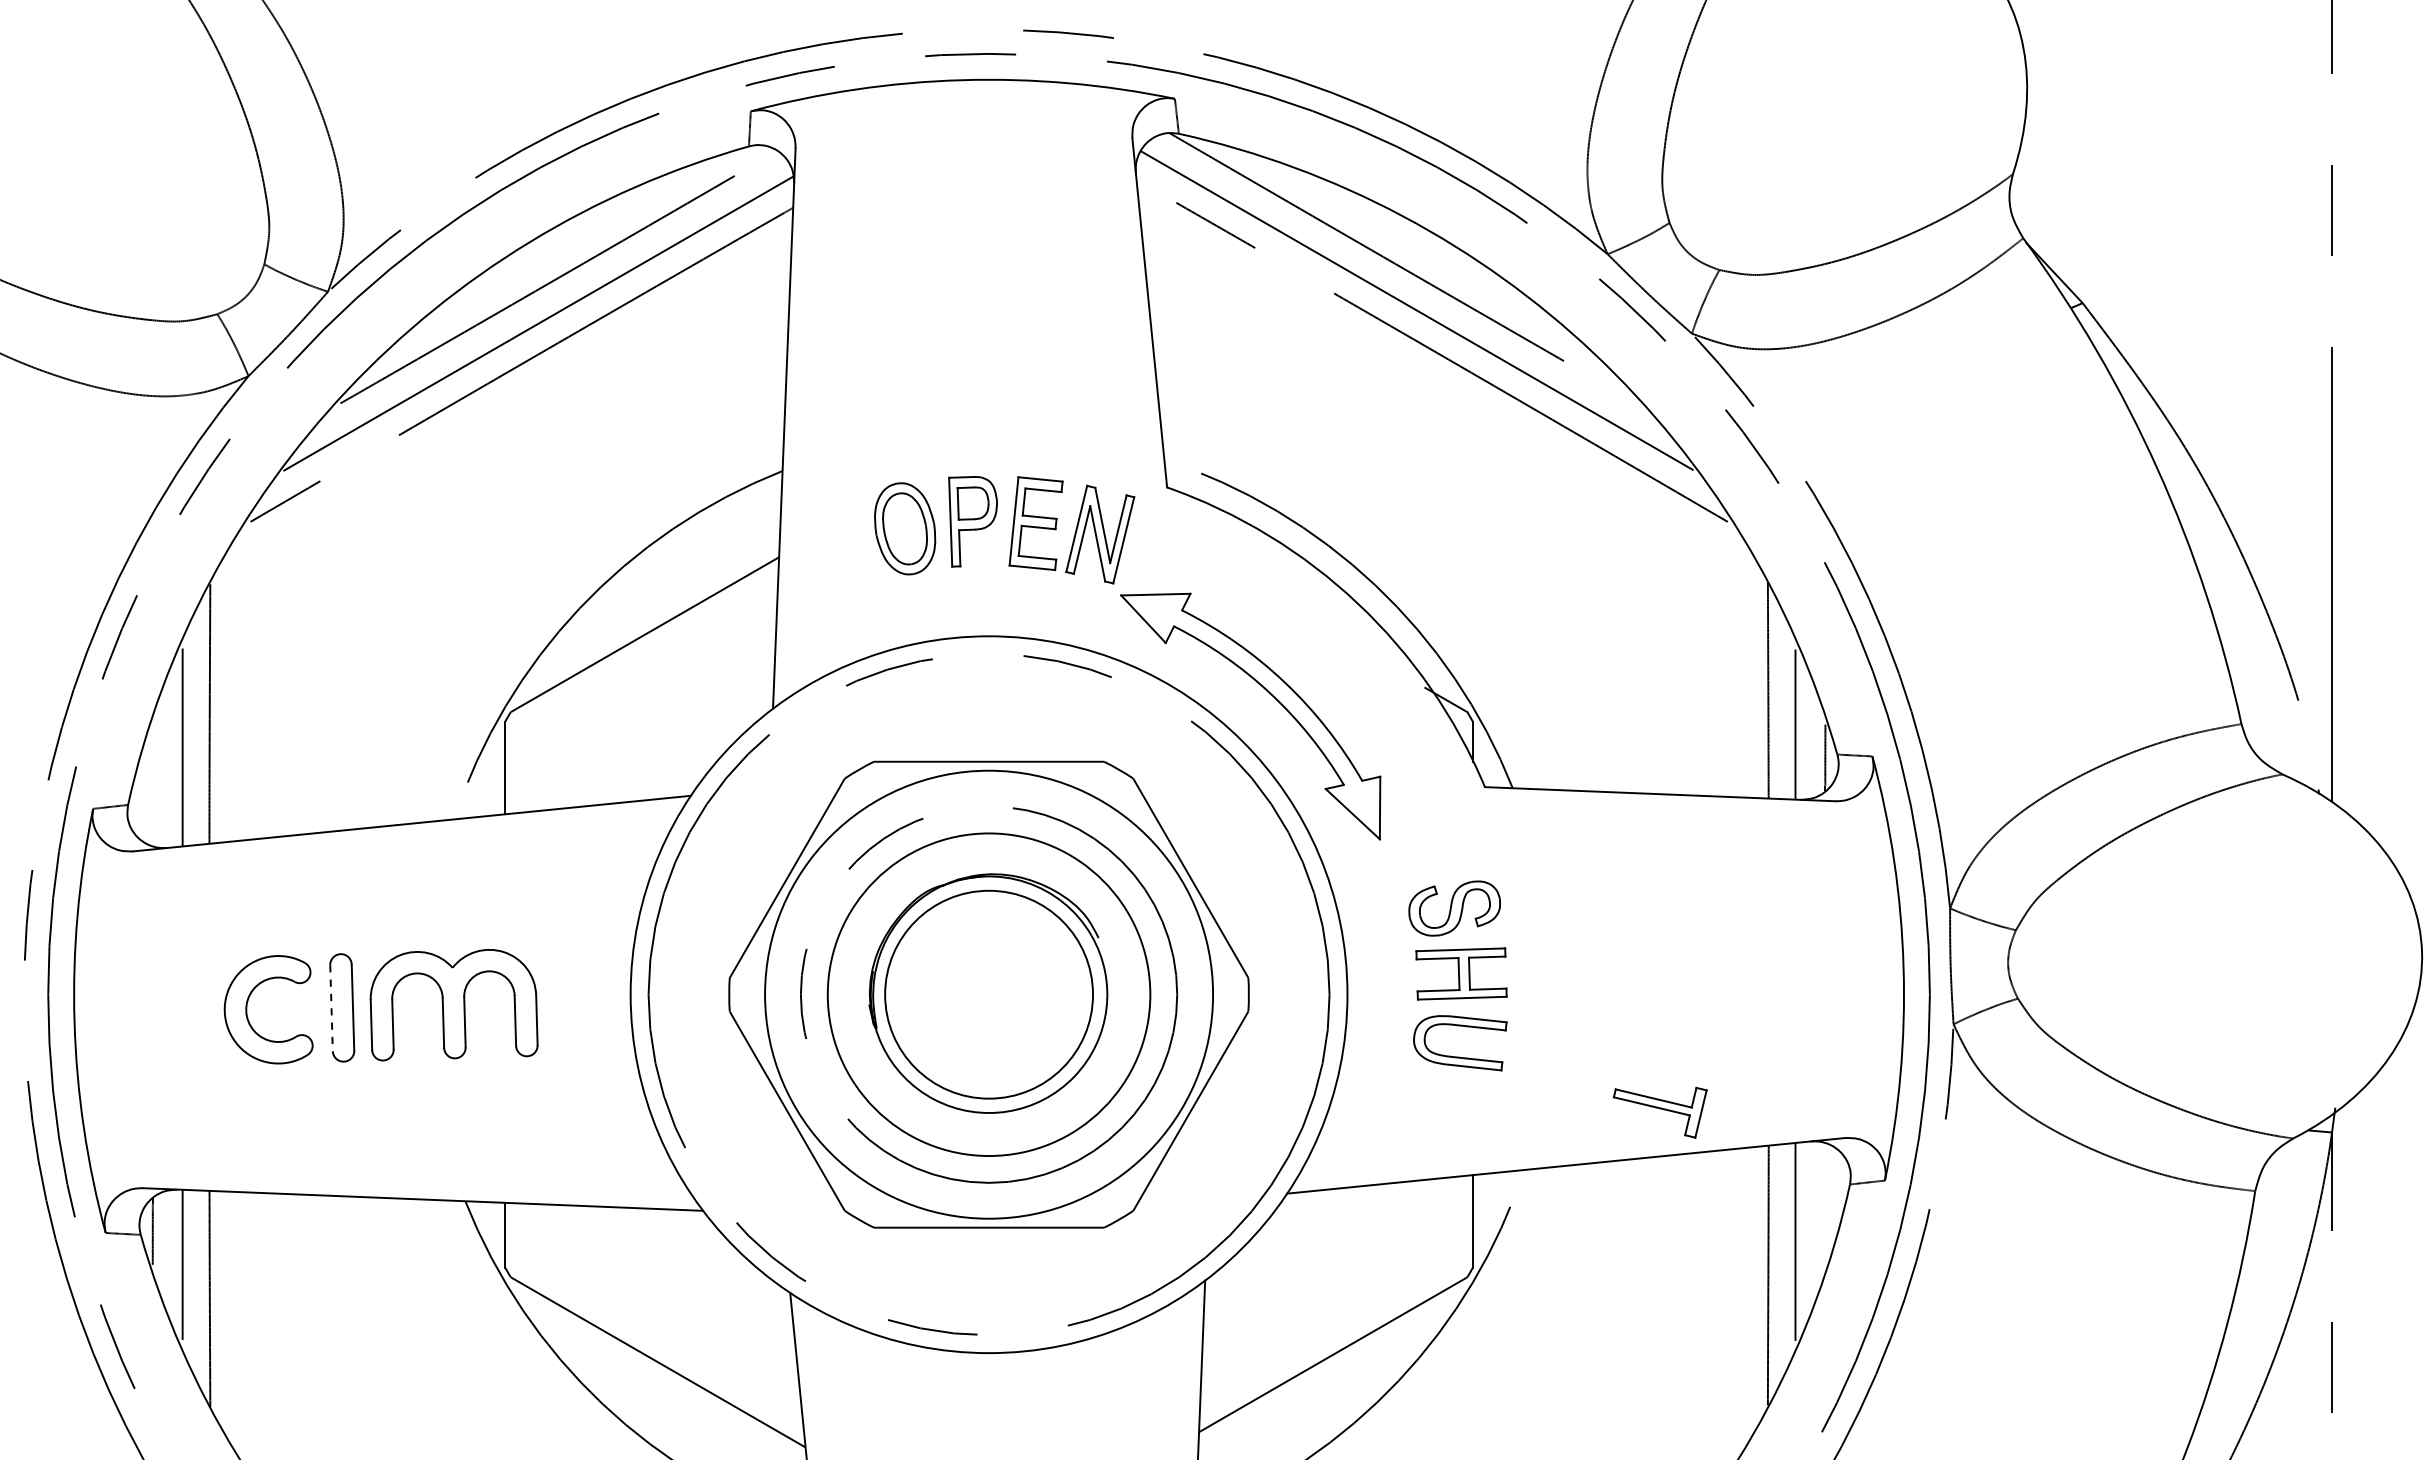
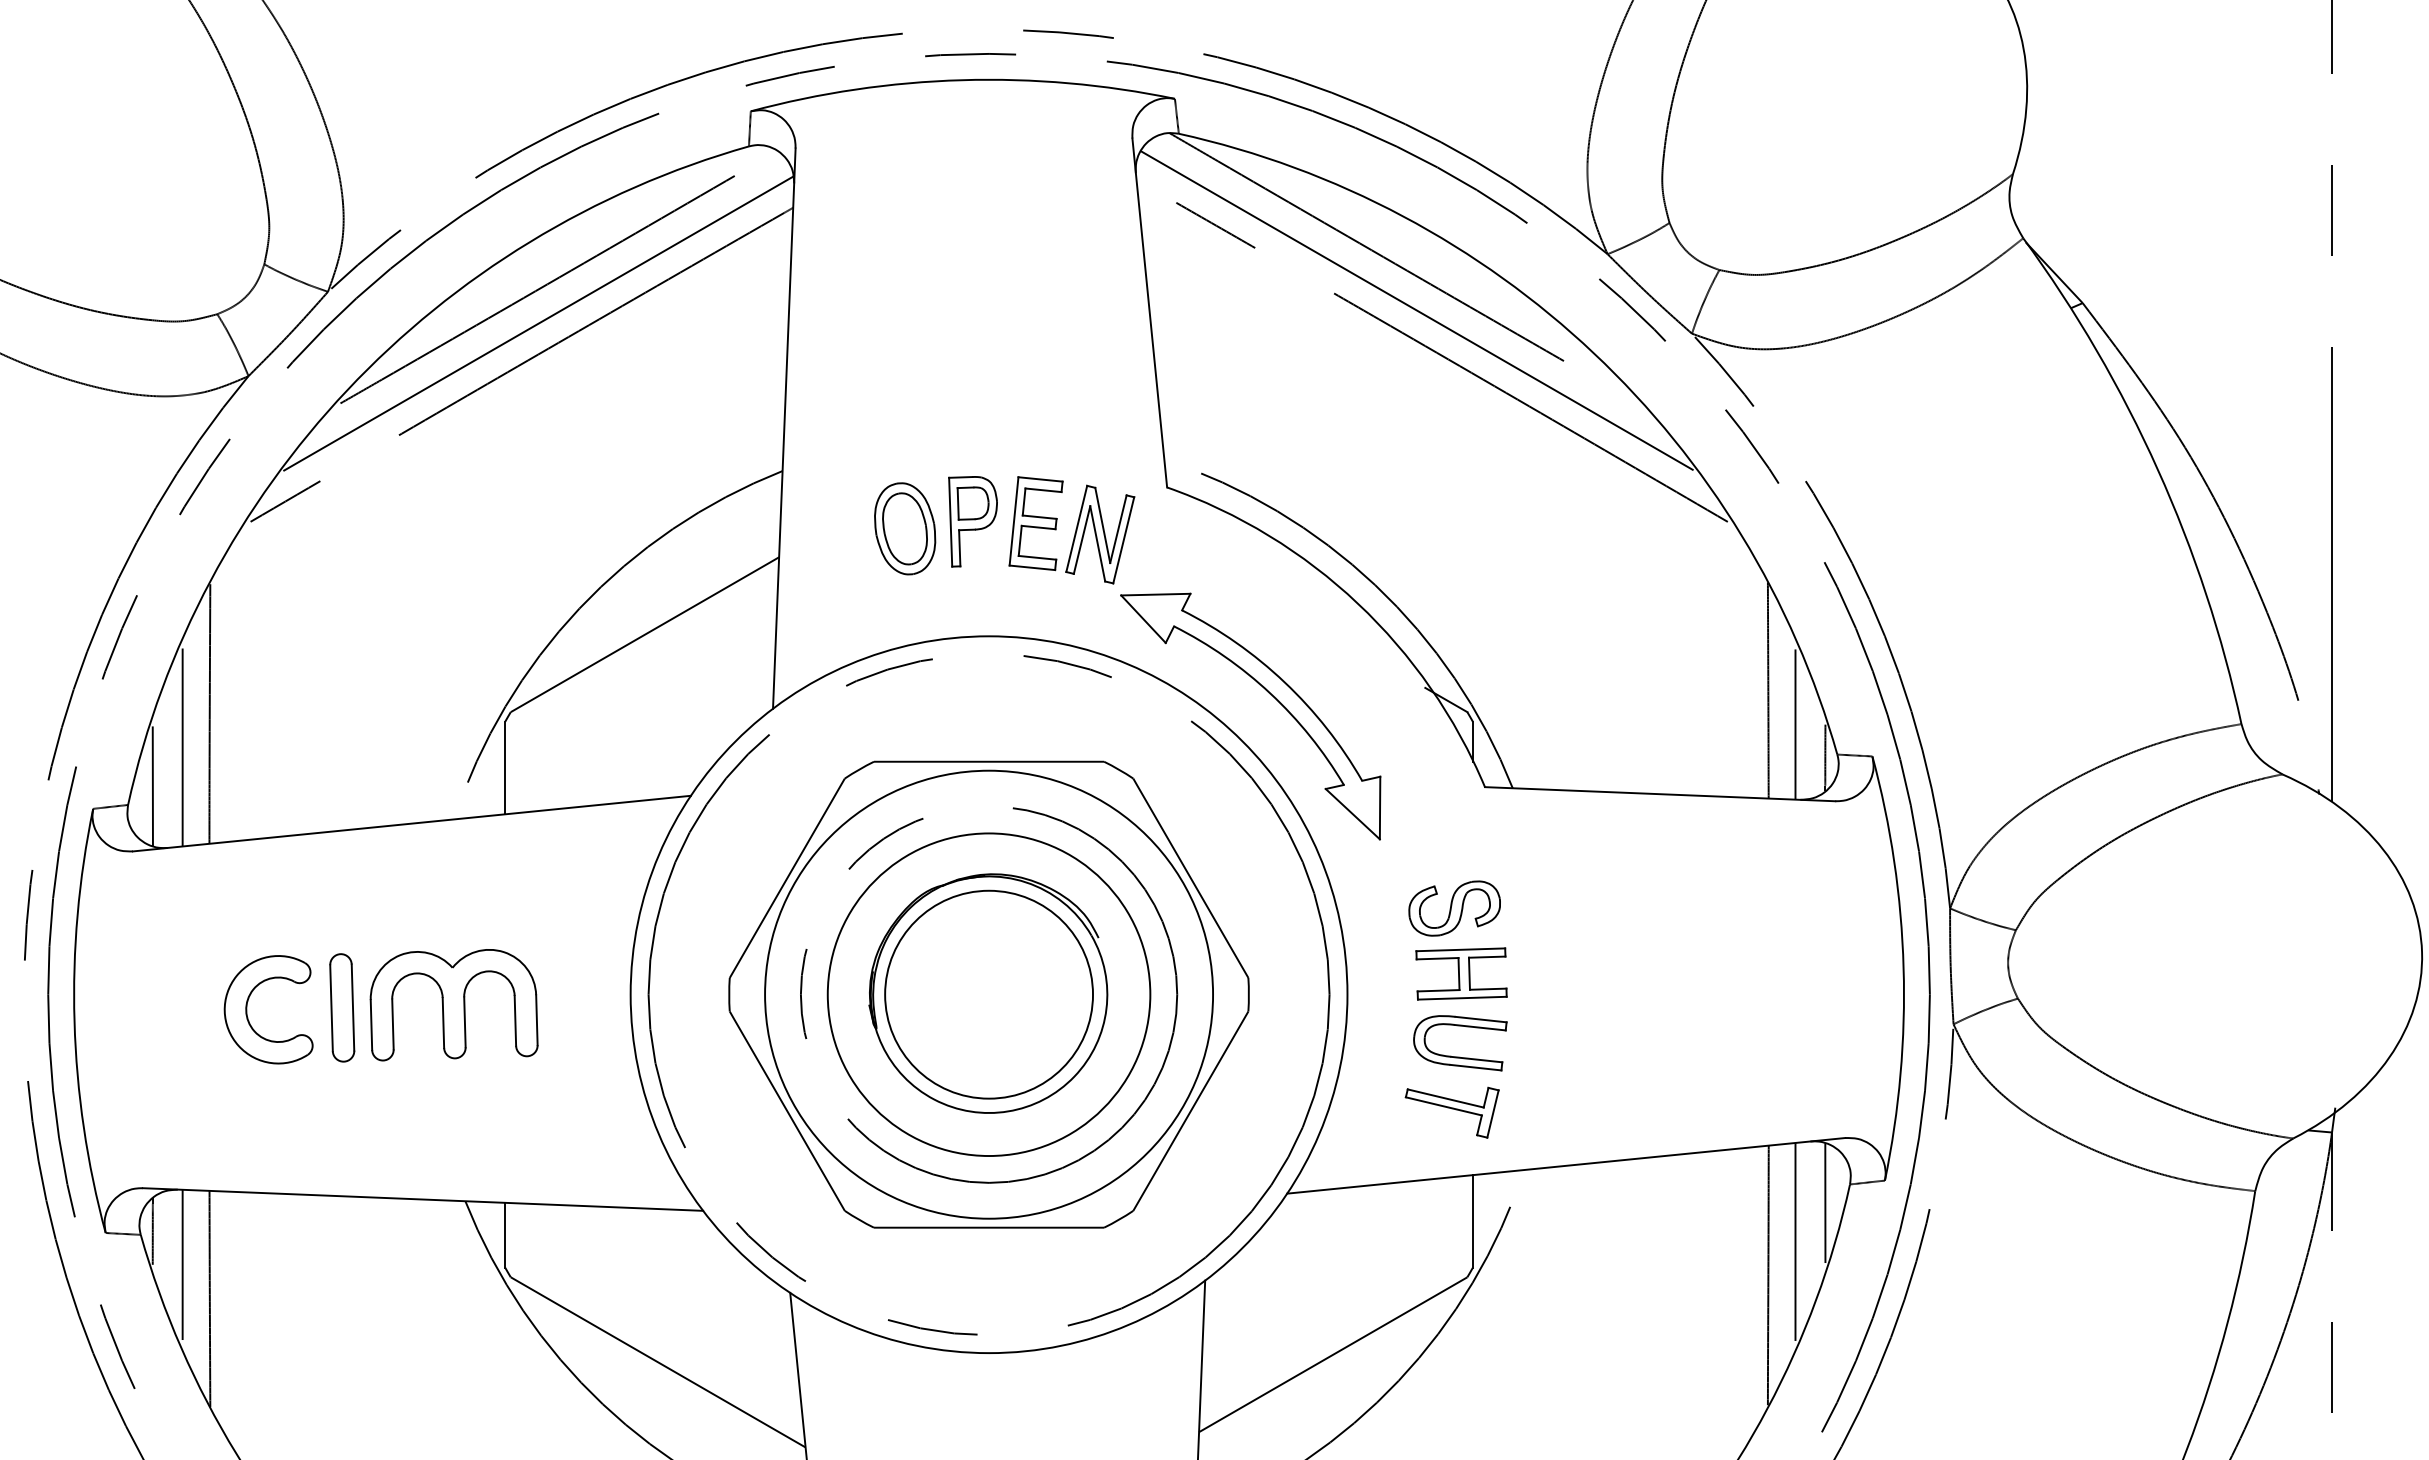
line at (152, 785): none -> present
line at (331, 1008): dashed -> solid
part at (1659, 1112) position: (1659, 1112) -> (1451, 1112)
line at (1825, 1203): none -> present
